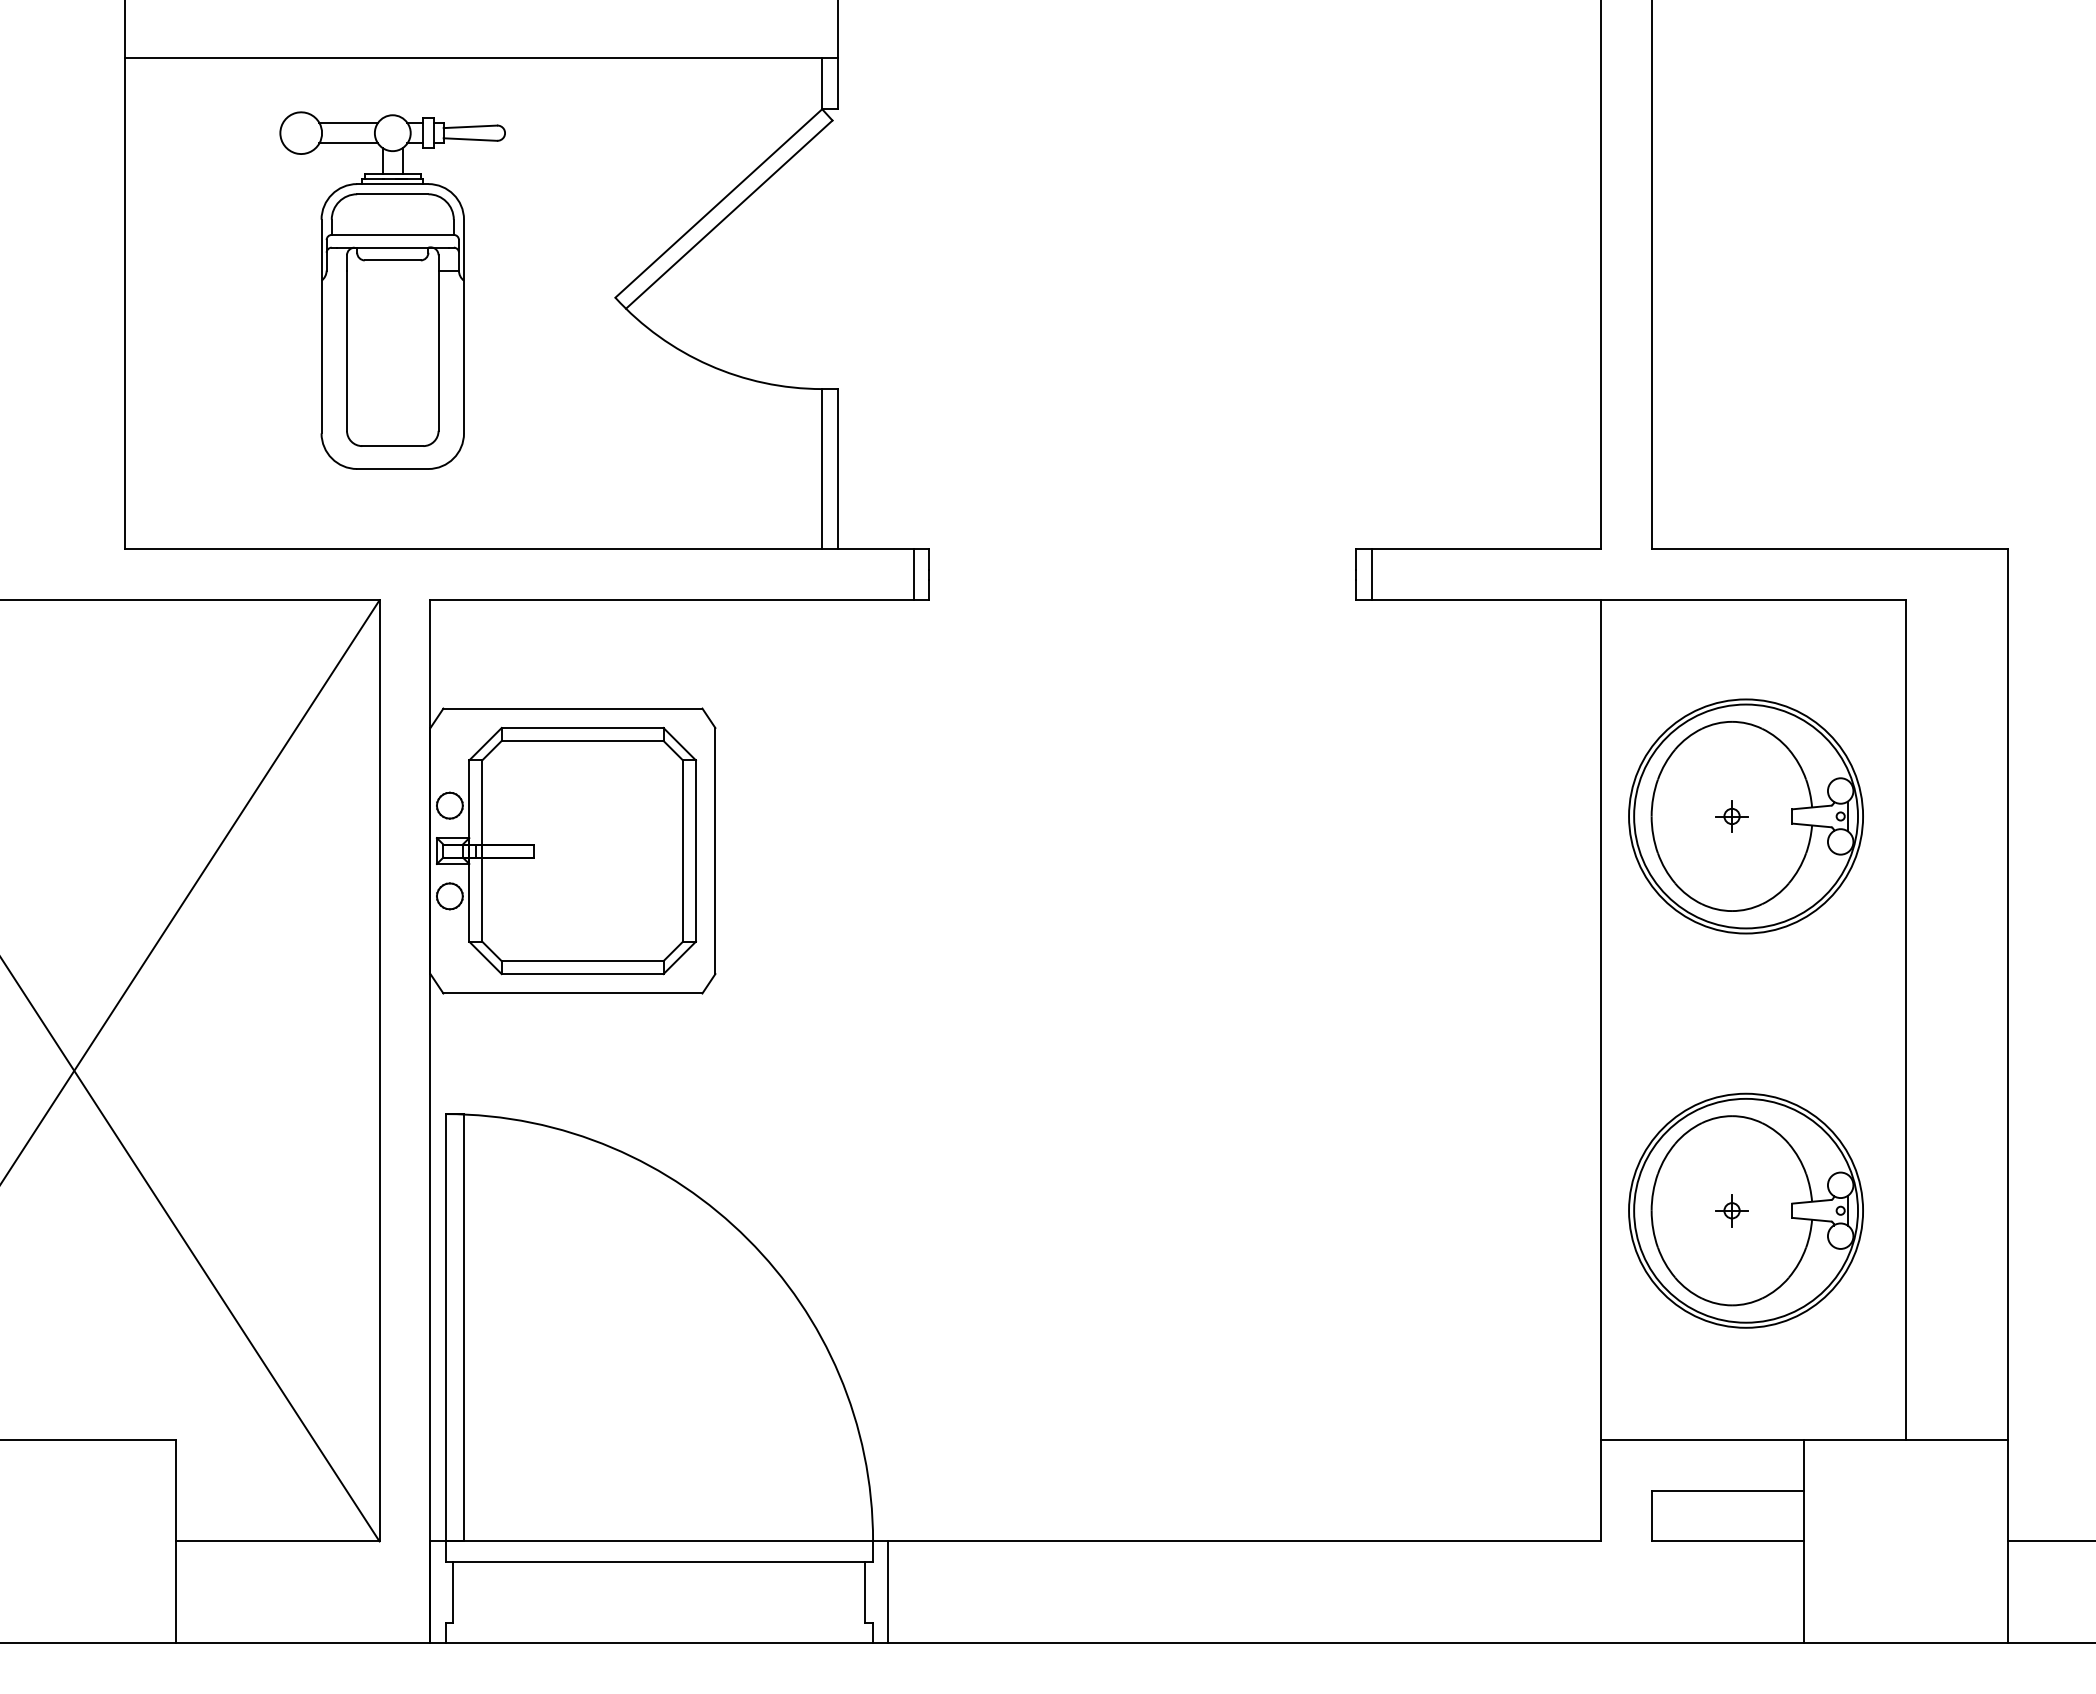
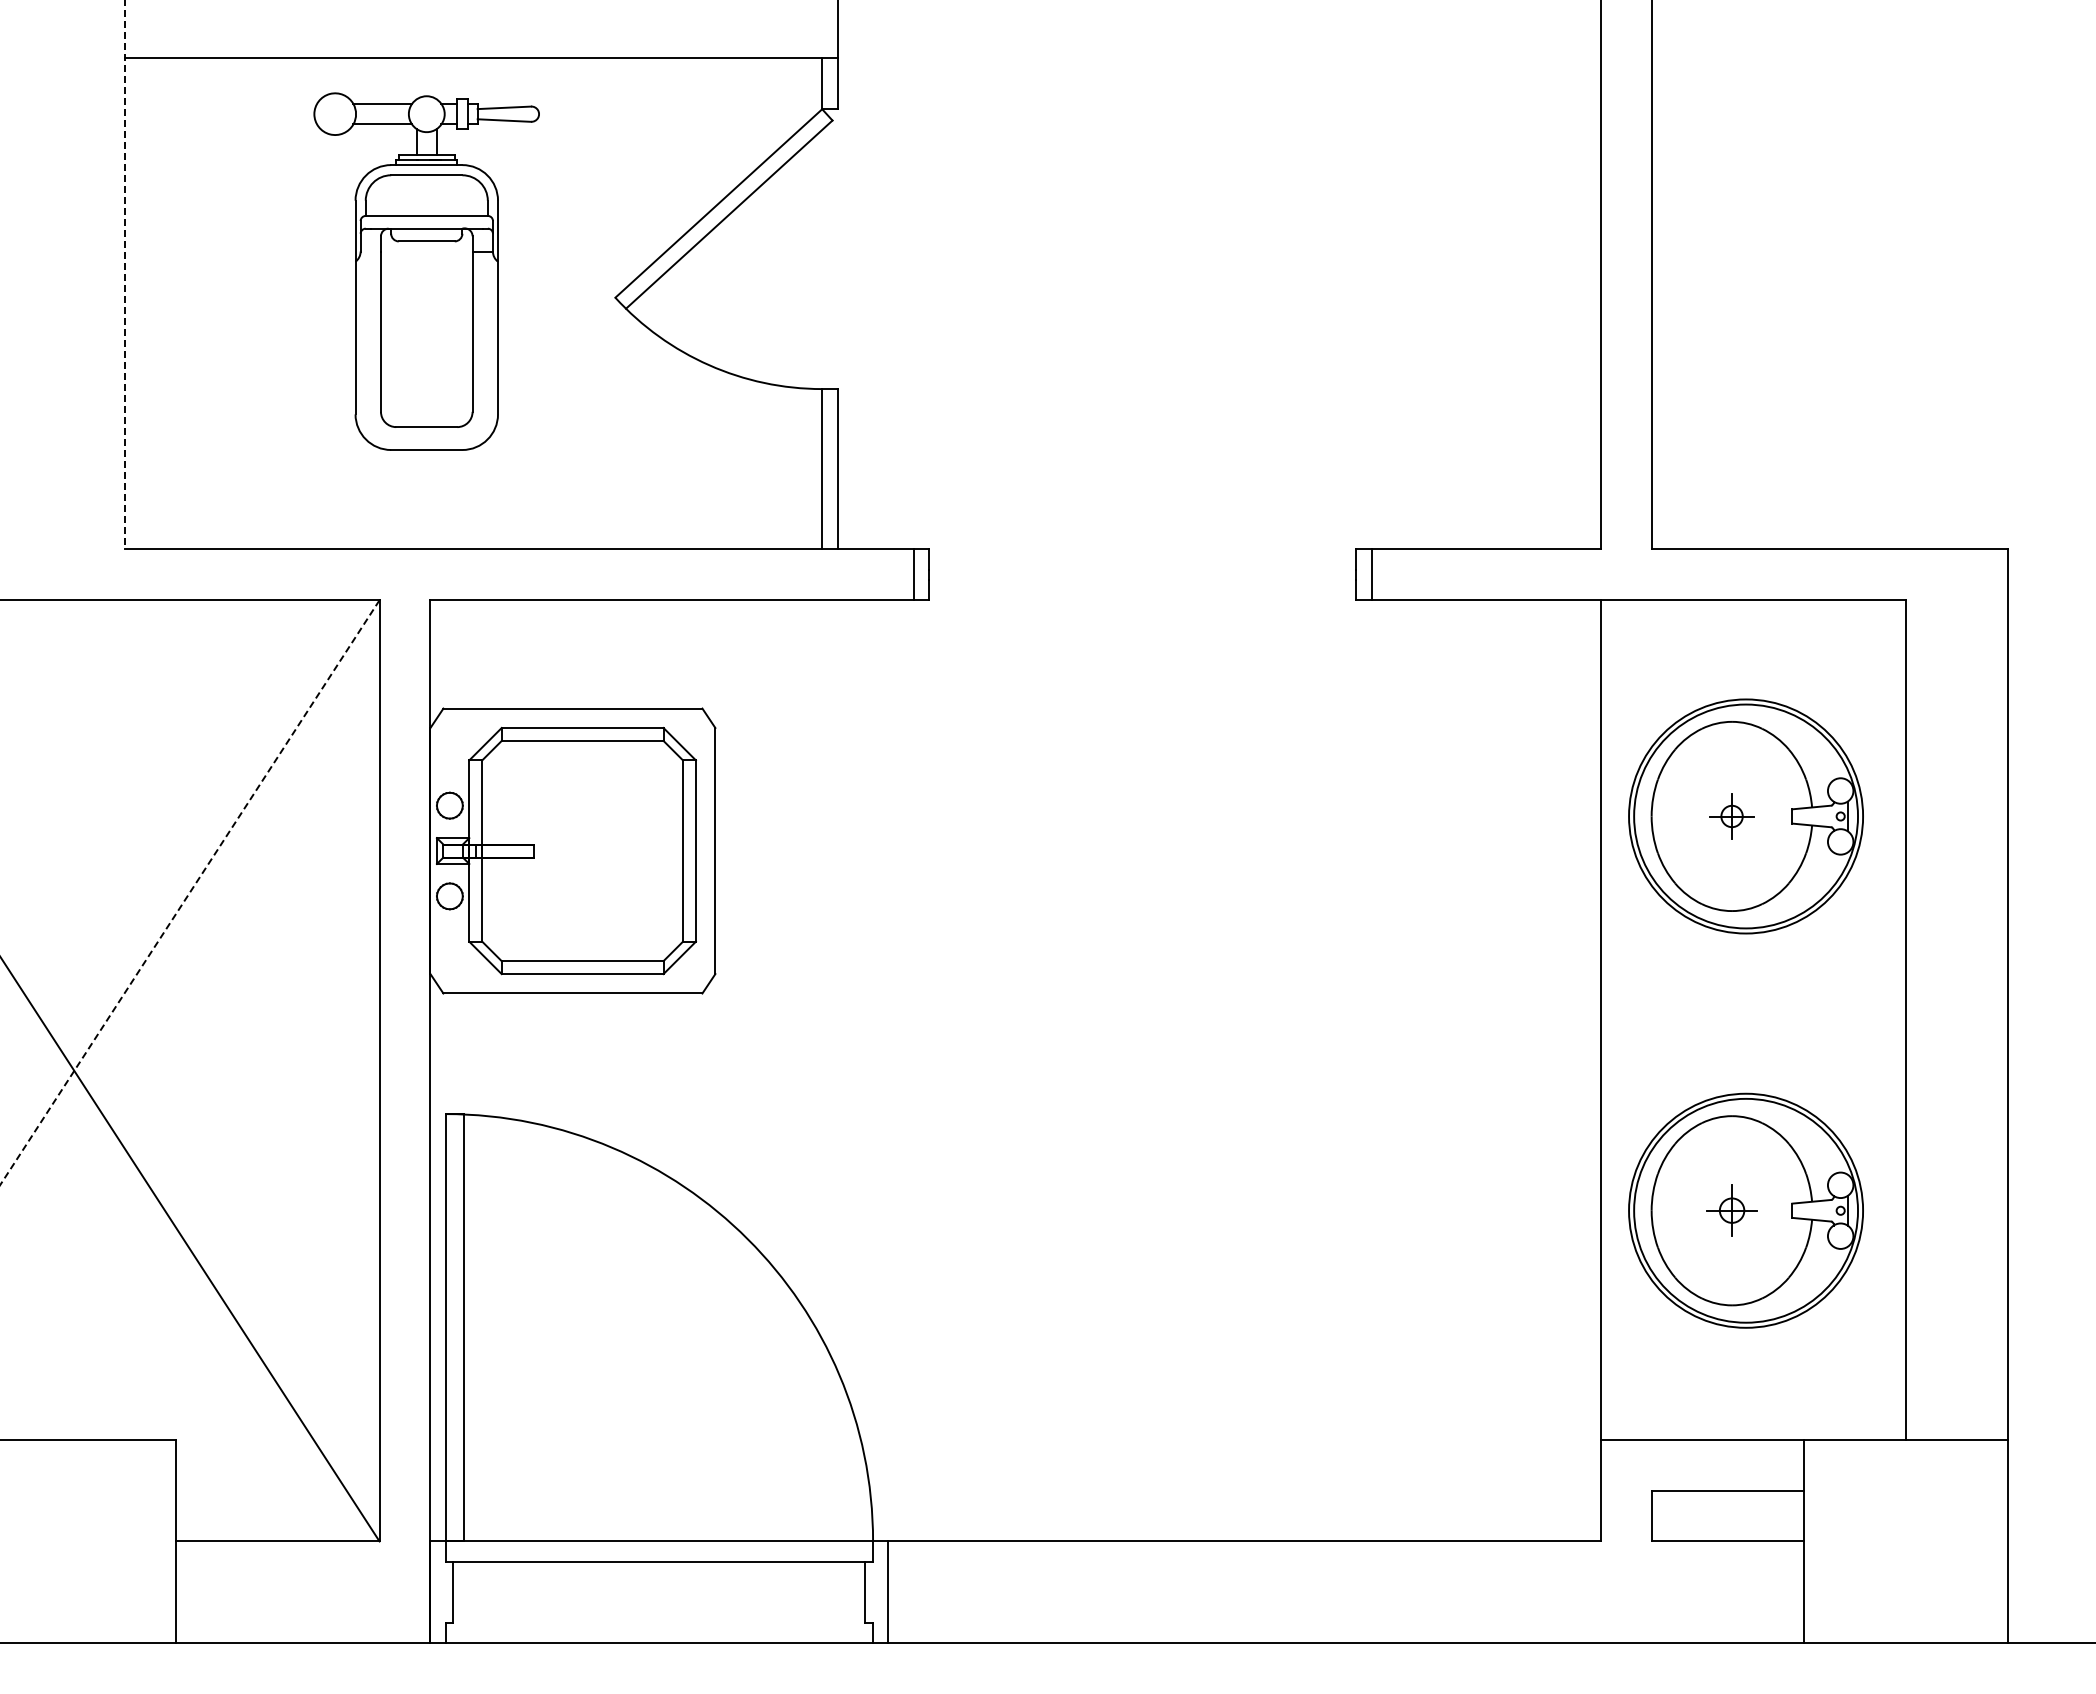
line at (125, 275): solid -> dashed
part at (392, 290) position: (392, 290) -> (426, 271)
part at (1731, 816) size: 34x33 px -> 46x47 px
line at (189, 893): solid -> dashed
part at (1731, 1210) size: 34x34 px -> 52x53 px
line at (2049, 1541): present -> none
